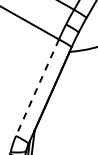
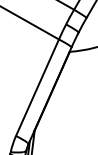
line at (37, 87): dashed -> solid
